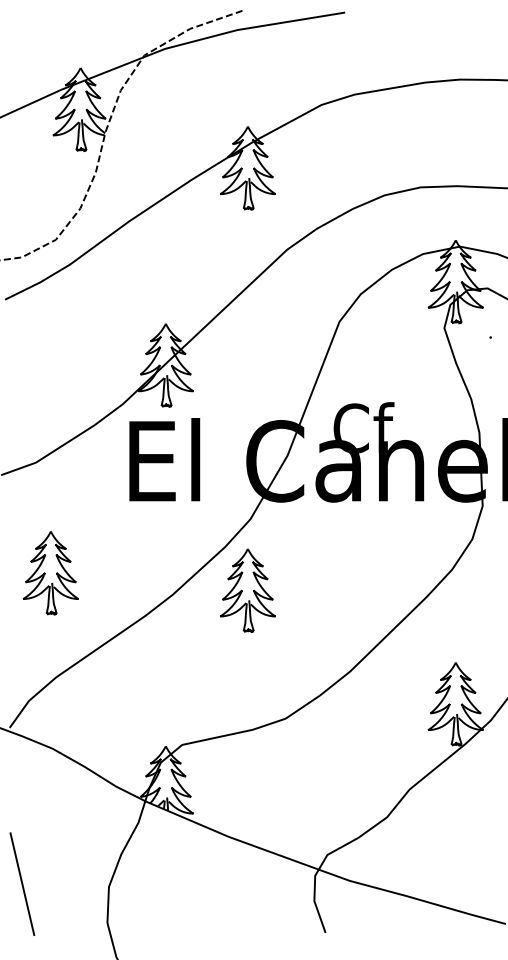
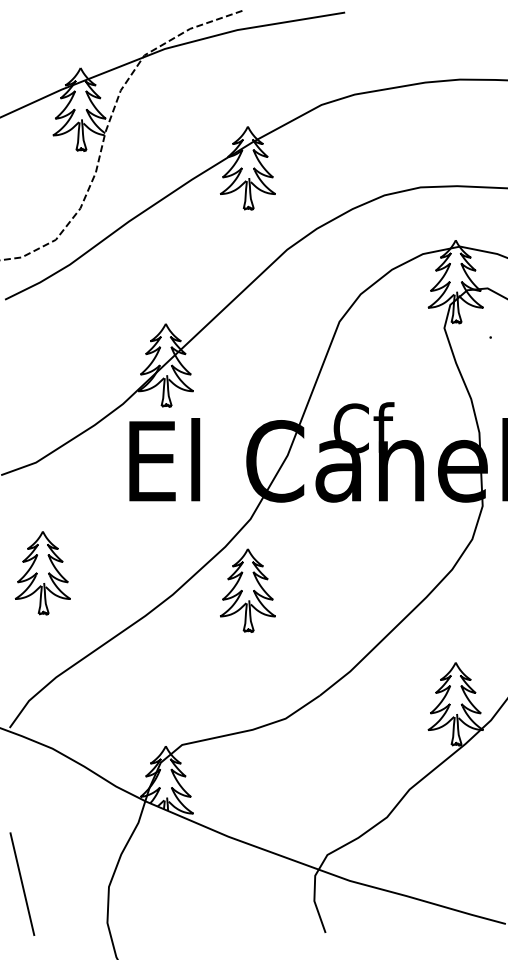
part at (50, 573) position: (50, 573) -> (42, 573)
